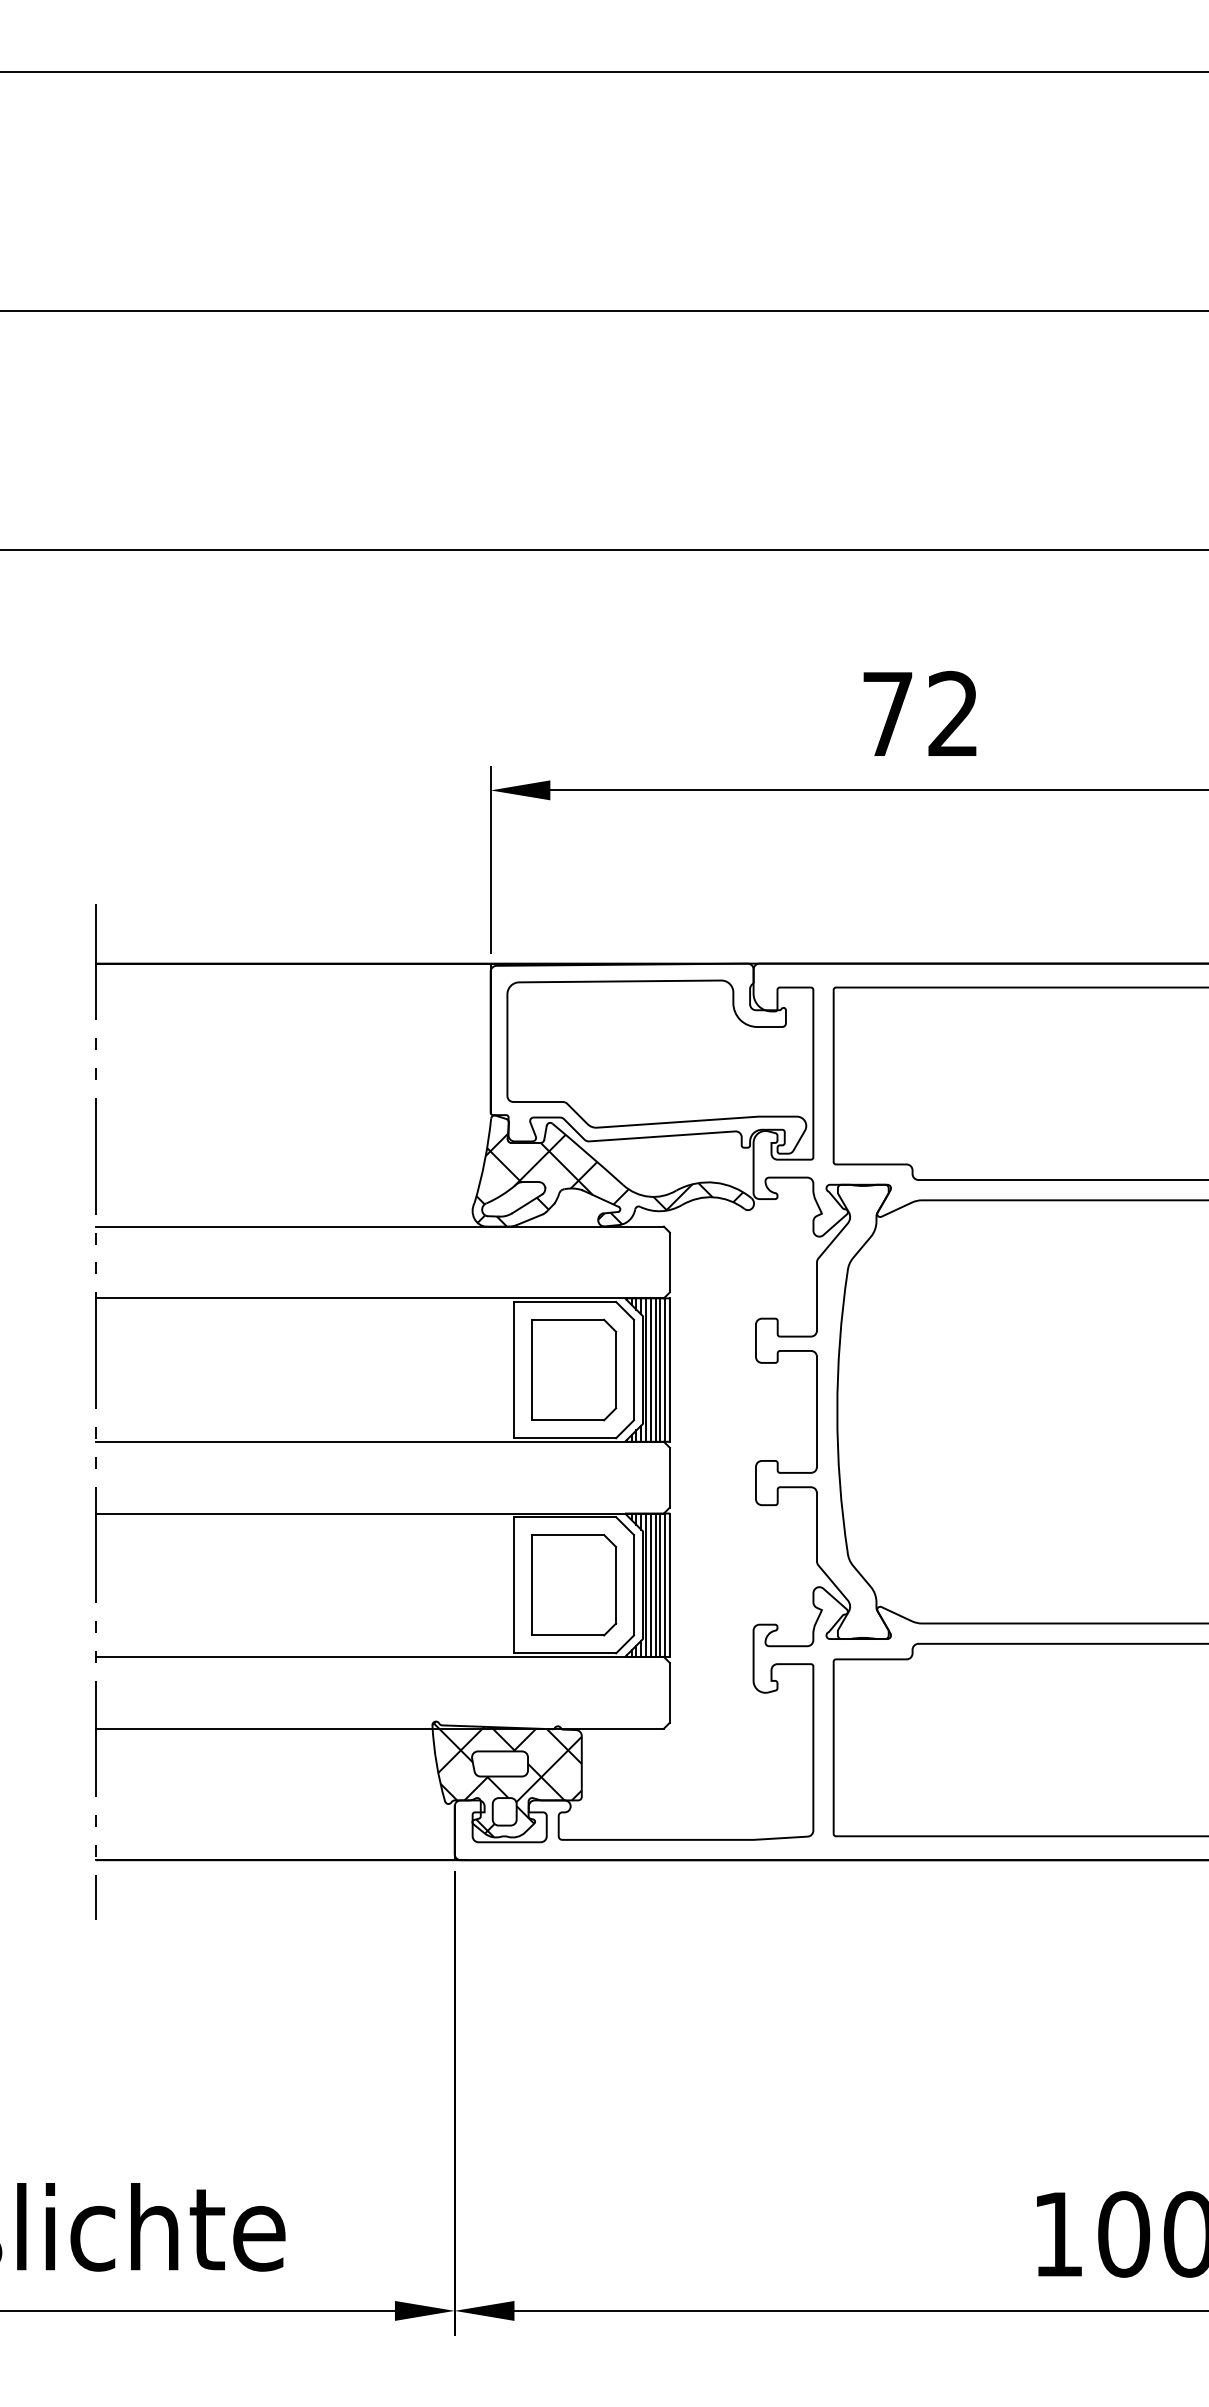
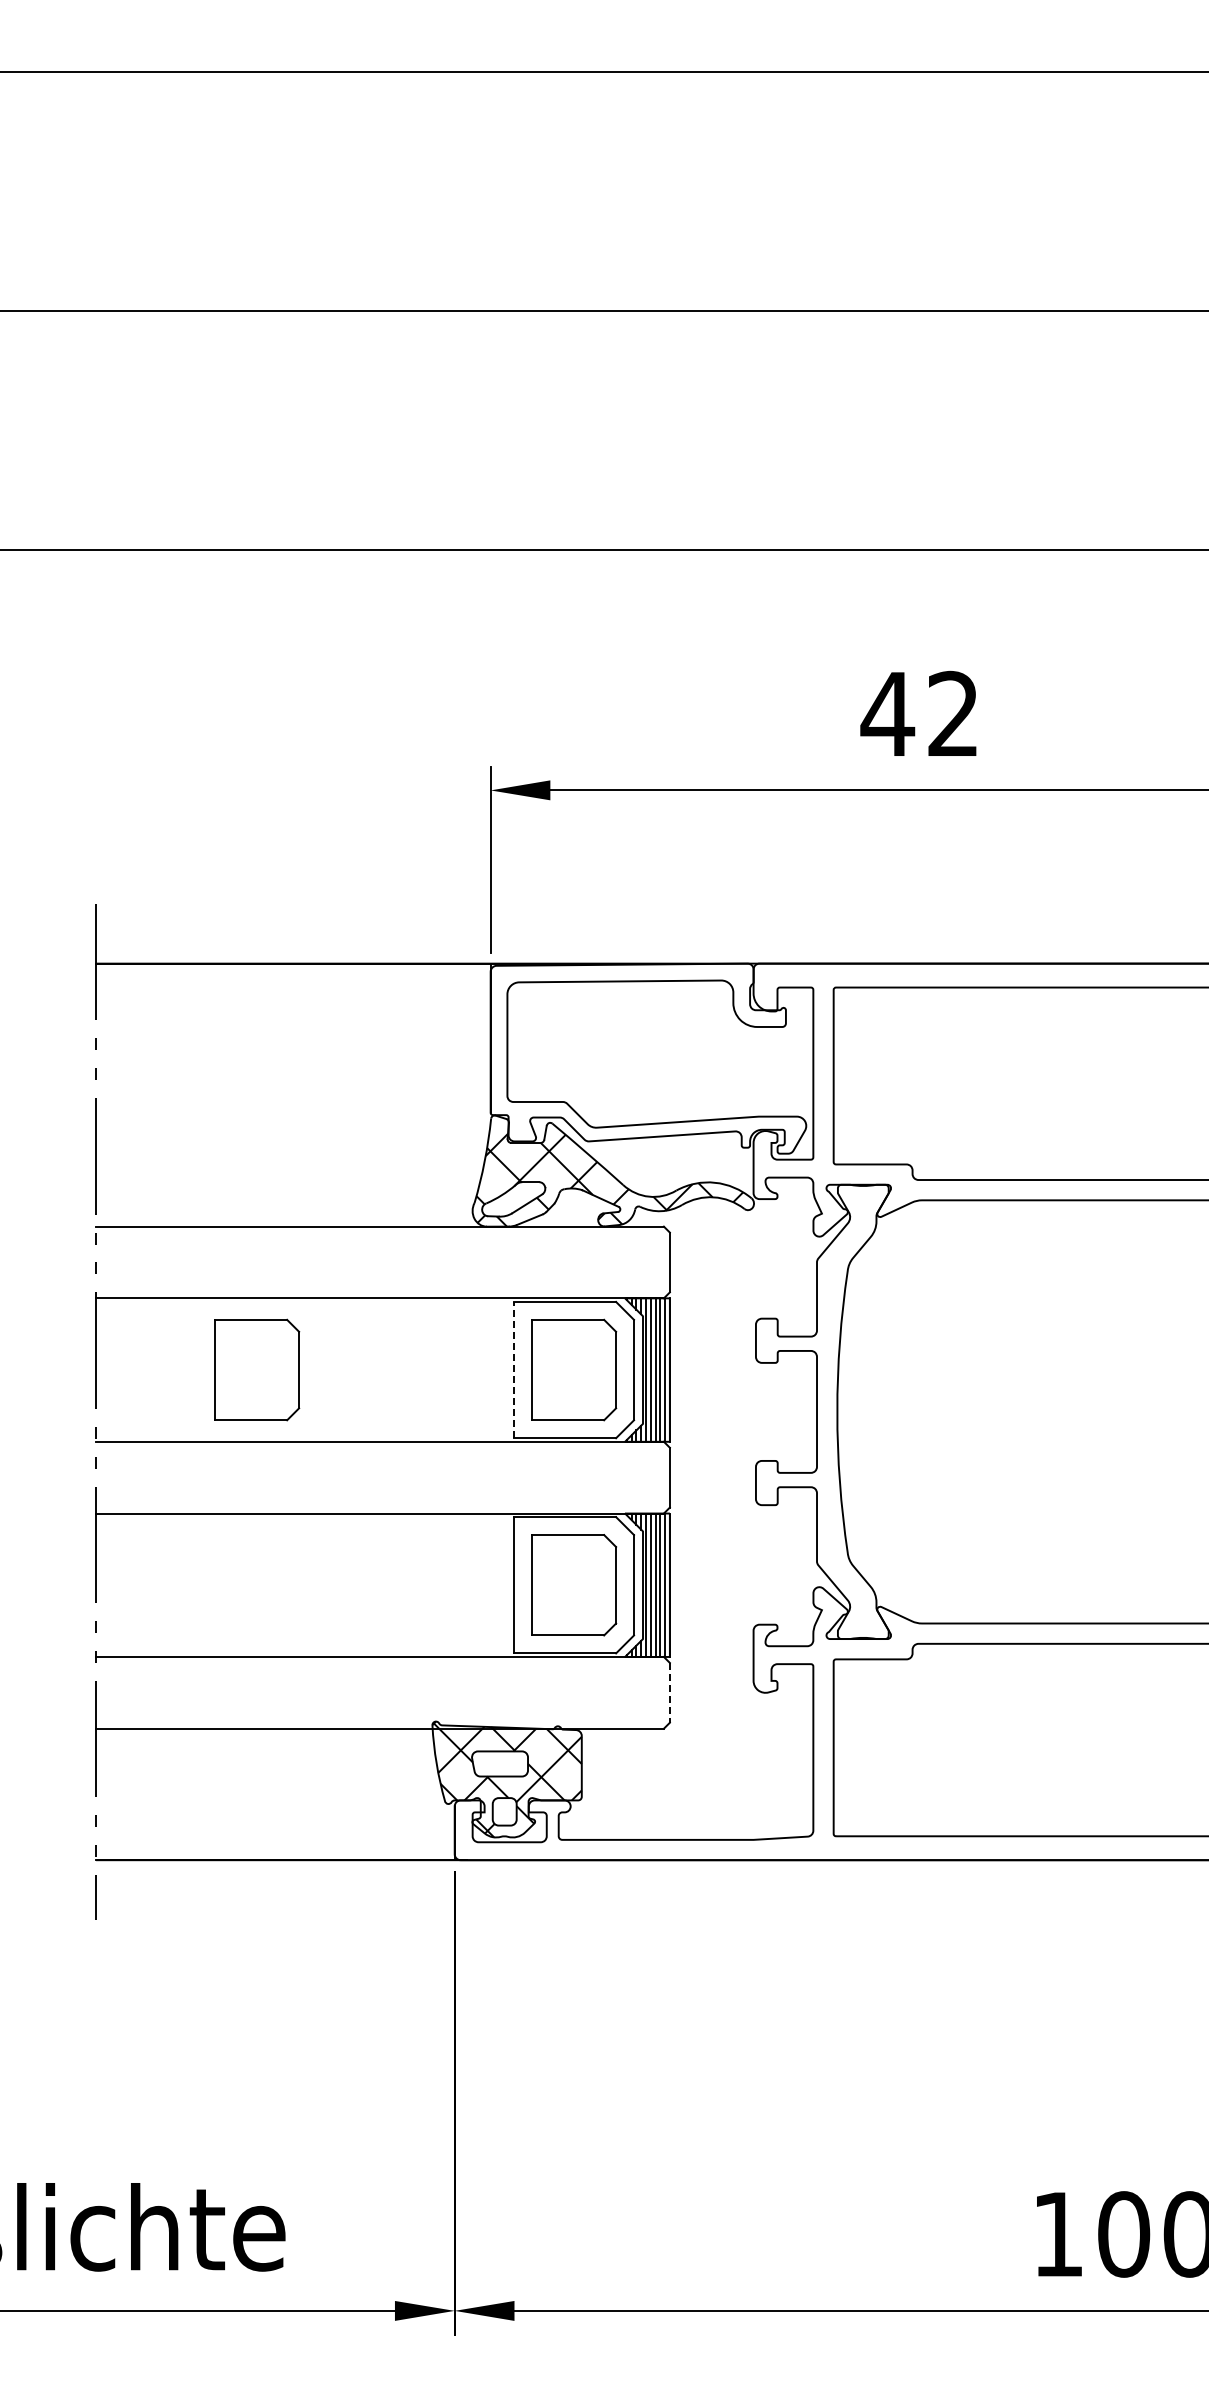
text at (887, 713): 72 -> 42
part at (257, 1369): none -> present
line at (514, 1369): solid -> dashed
line at (669, 1692): solid -> dashed
